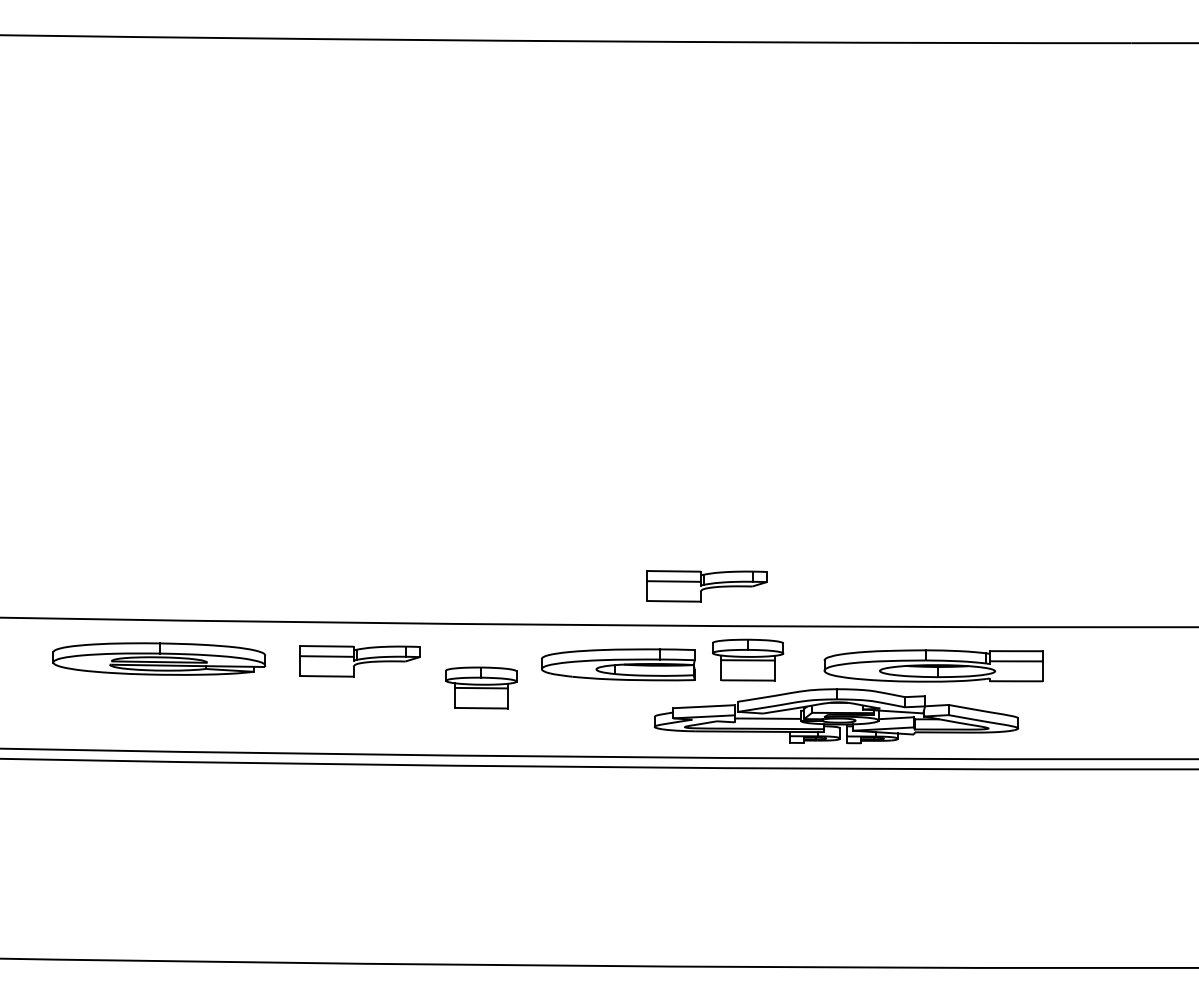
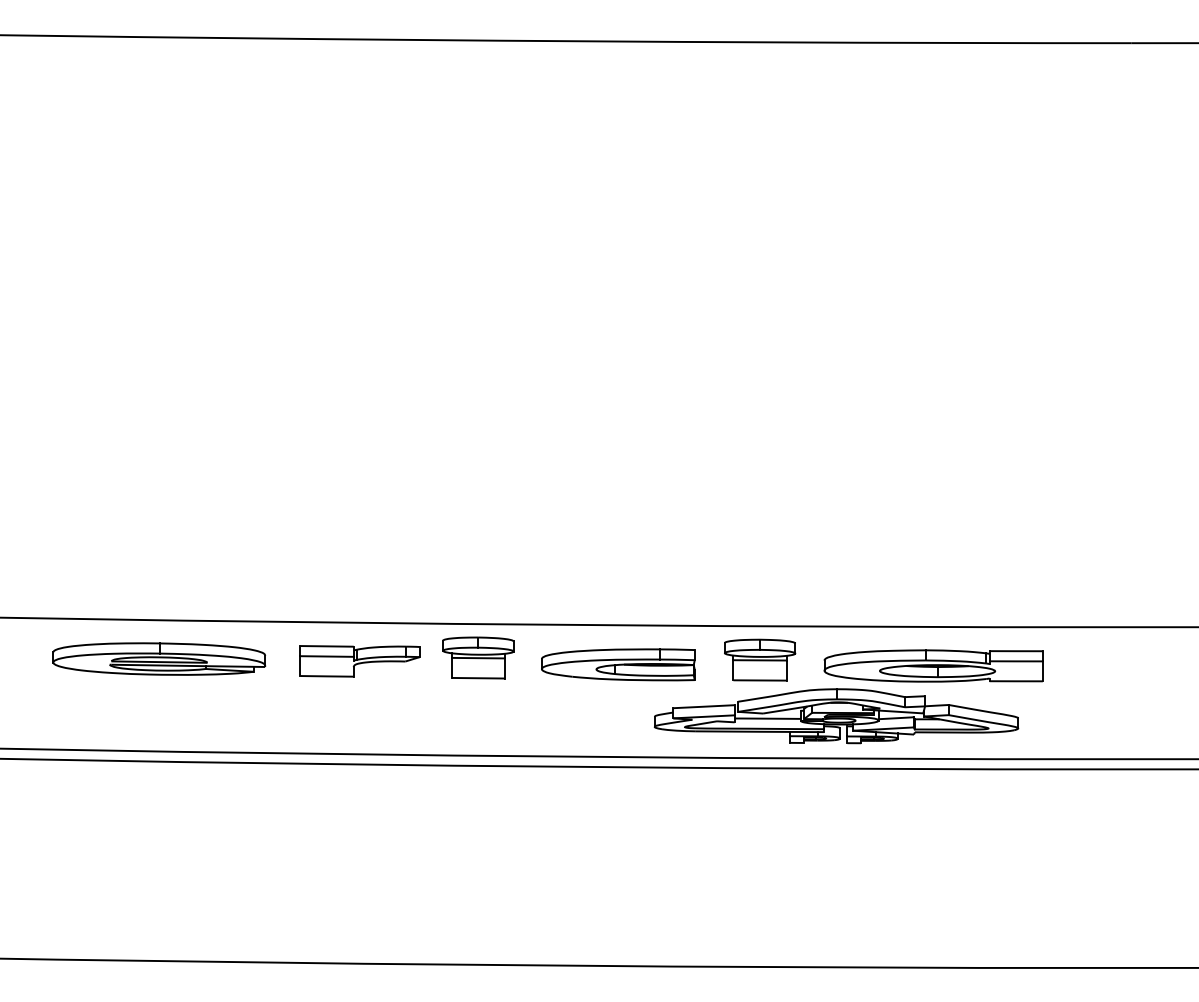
part at (706, 586): present -> none
part at (748, 659) position: (748, 659) -> (760, 659)
part at (481, 687) position: (481, 687) -> (478, 657)
